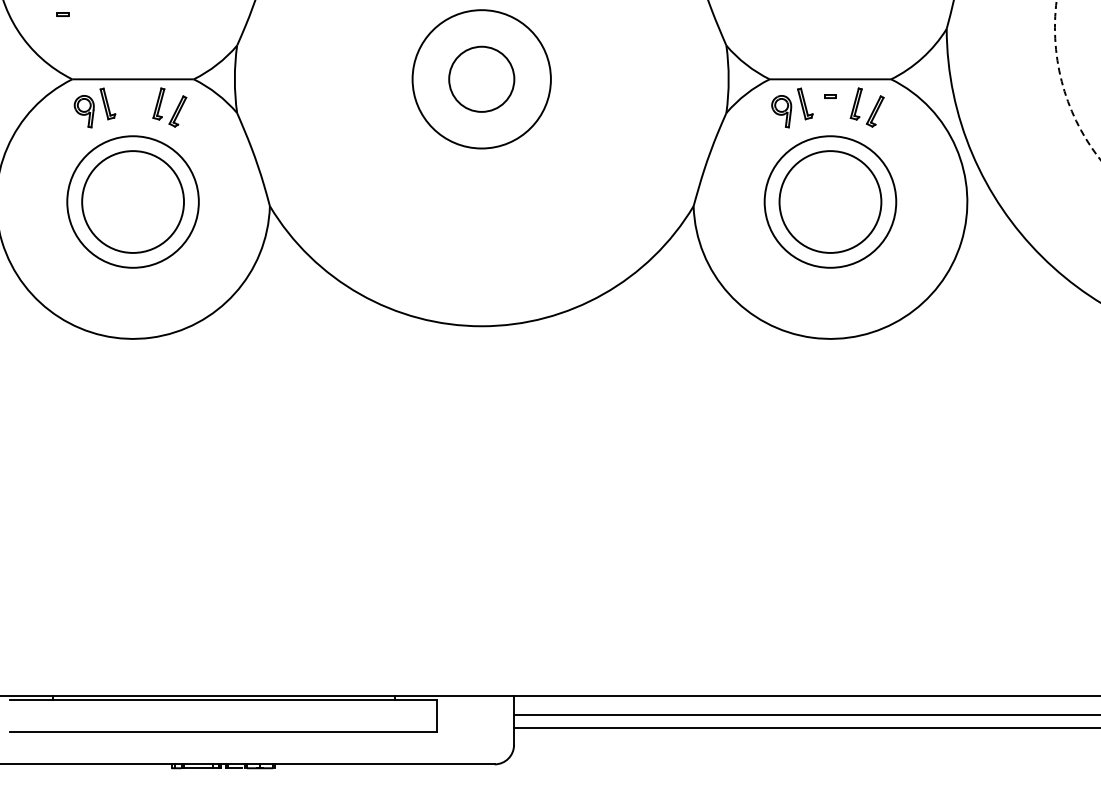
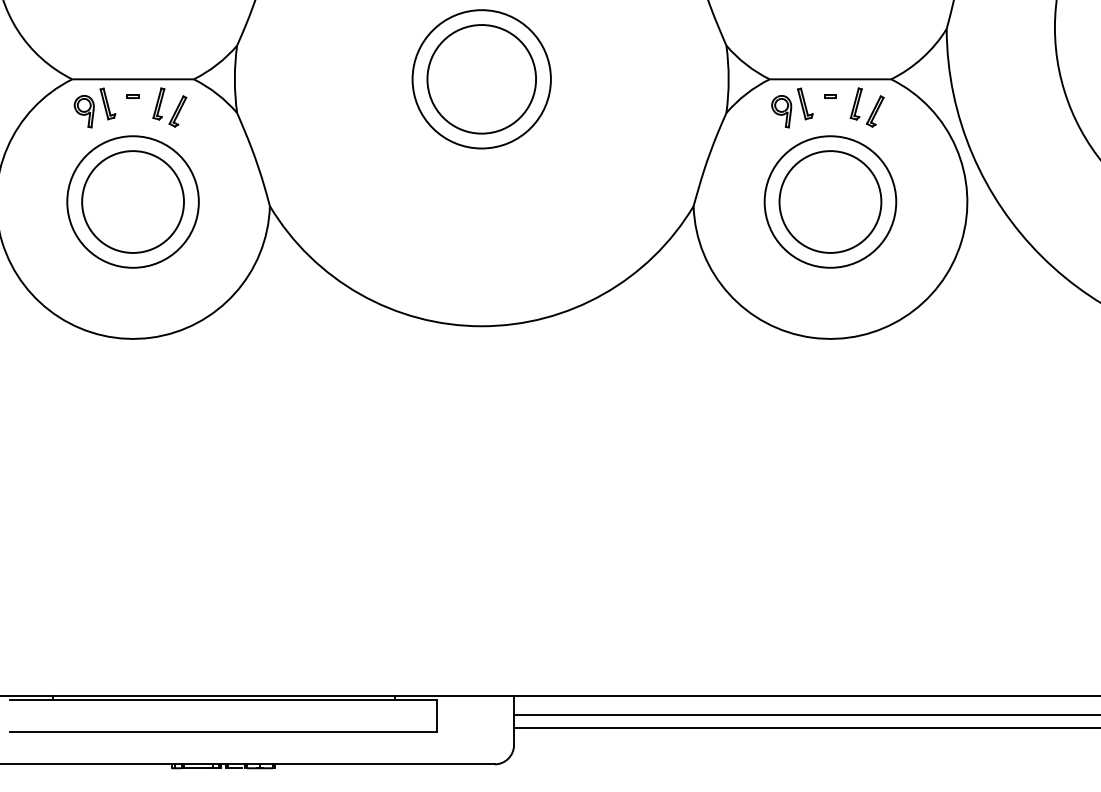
part at (62, 14) position: (62, 14) -> (132, 96)
circle at (481, 78) diameter: 65 px -> 109 px
circle at (1077, 79): dashed -> solid
